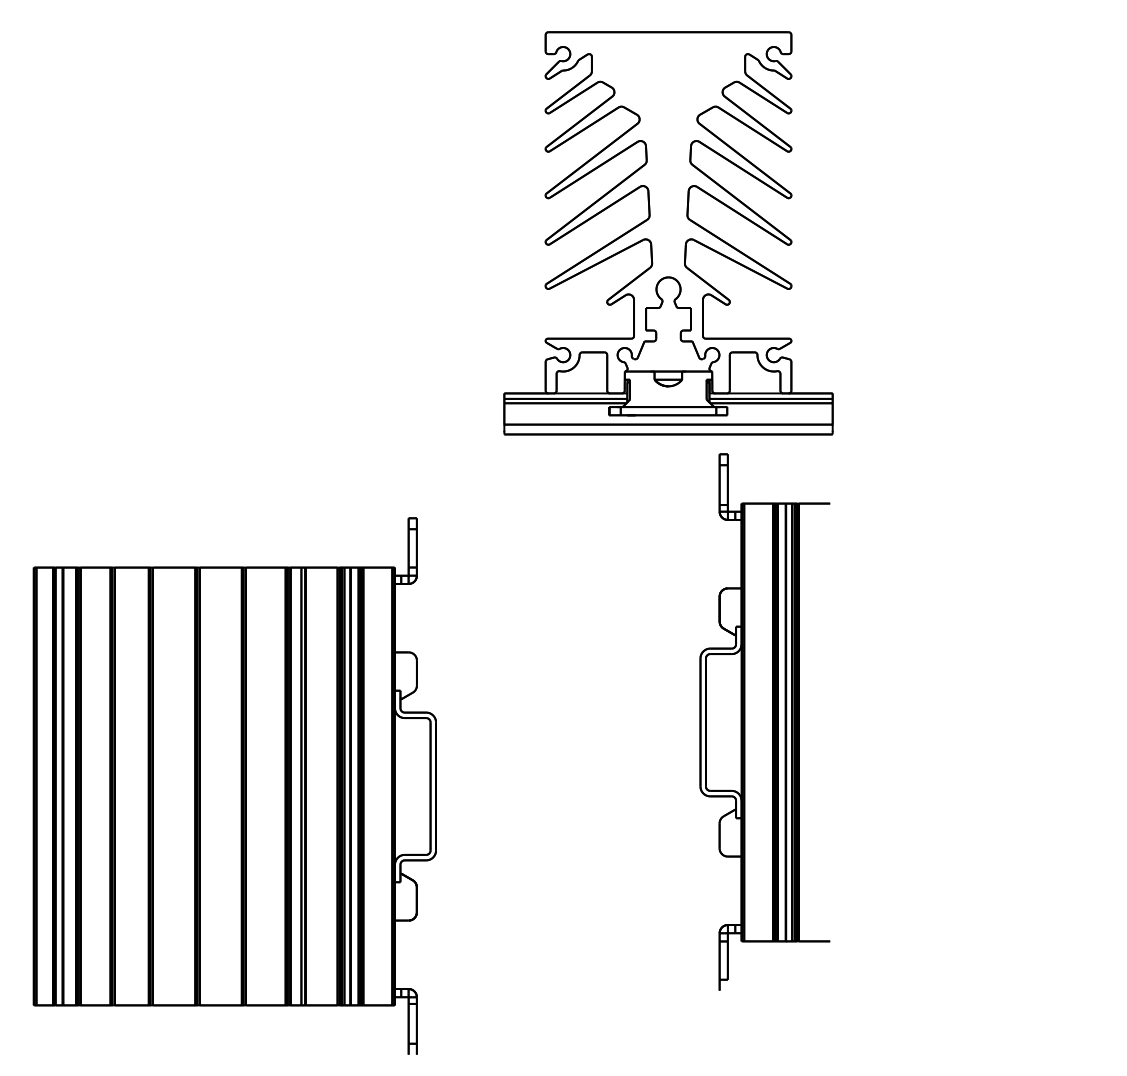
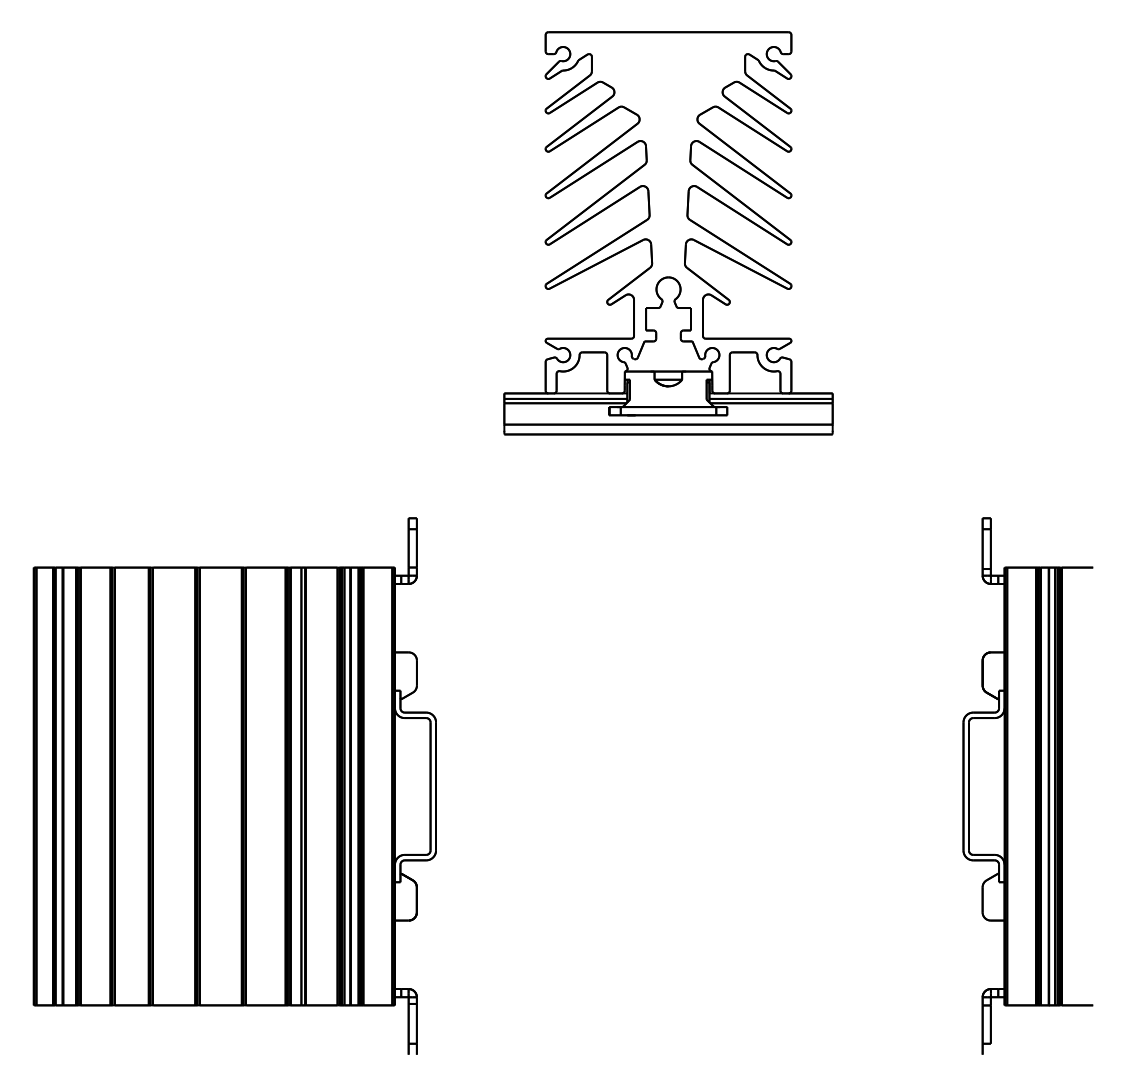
part at (764, 721) position: (764, 721) -> (1027, 785)
